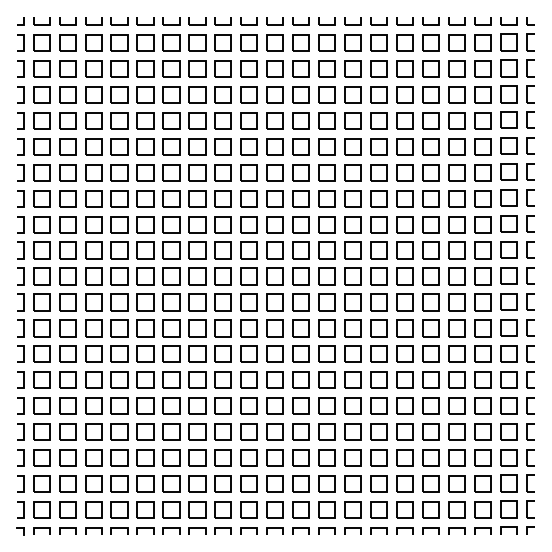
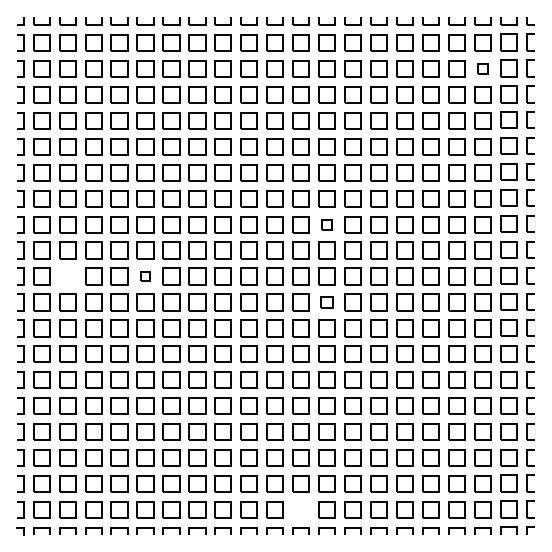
part at (482, 68) size: 18x18 px -> 12x12 px
part at (326, 224) size: 18x18 px -> 12x12 px
part at (67, 276): present -> none
part at (145, 276) size: 19x19 px -> 11x11 px
part at (326, 302) size: 18x19 px -> 14x13 px
part at (300, 509): present -> none
